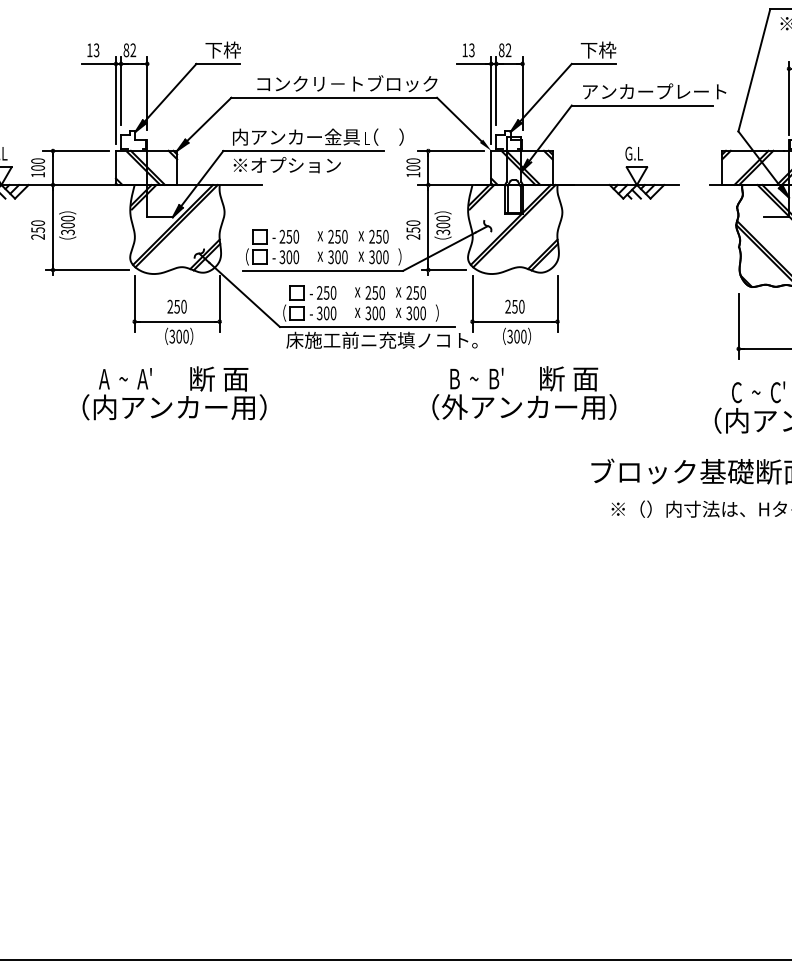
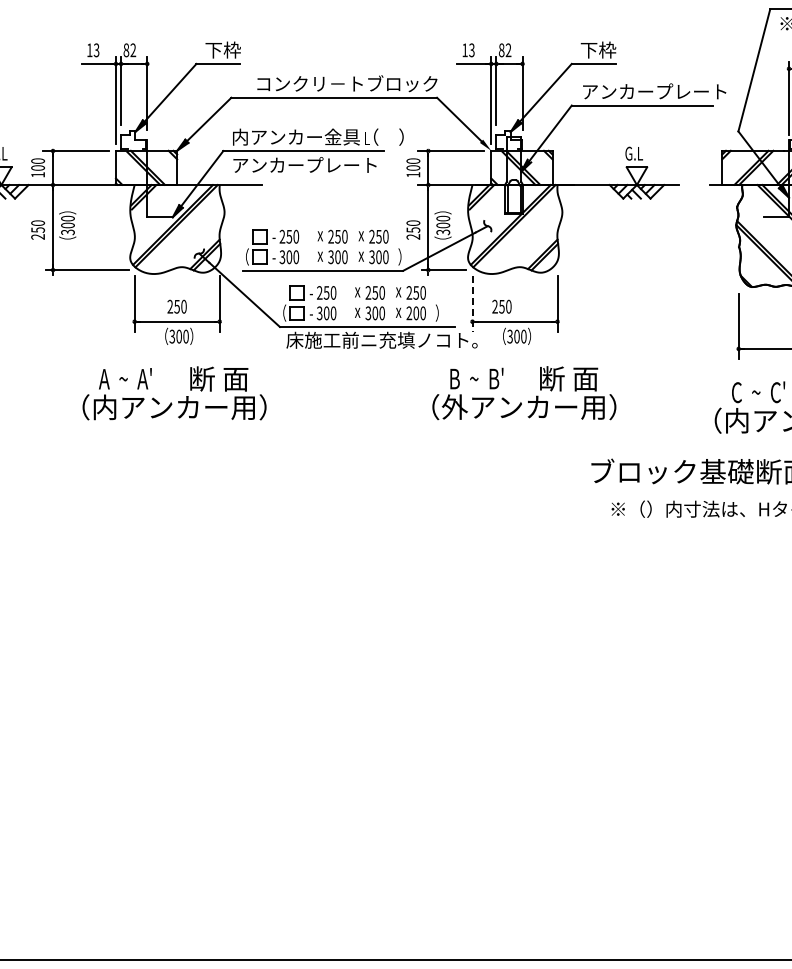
text at (304, 165): ※オプション -> アンカープレート
line at (472, 303): solid -> dashed
text at (514, 306) position: (514, 306) -> (501, 306)
text at (409, 313): 300 -> 200
